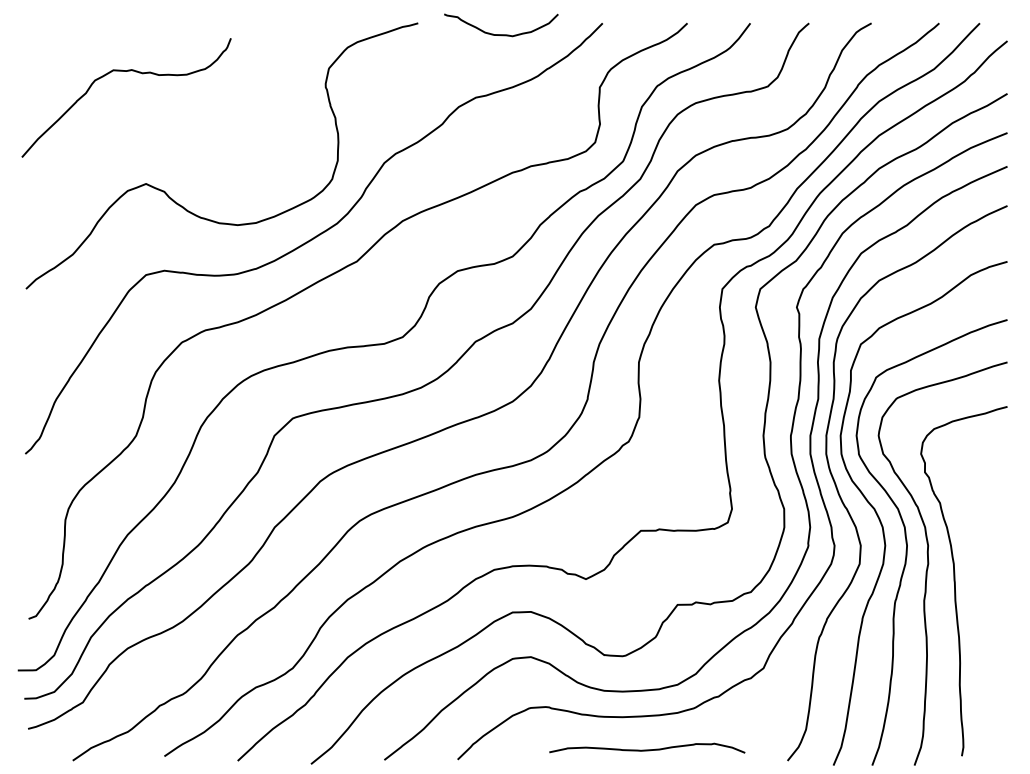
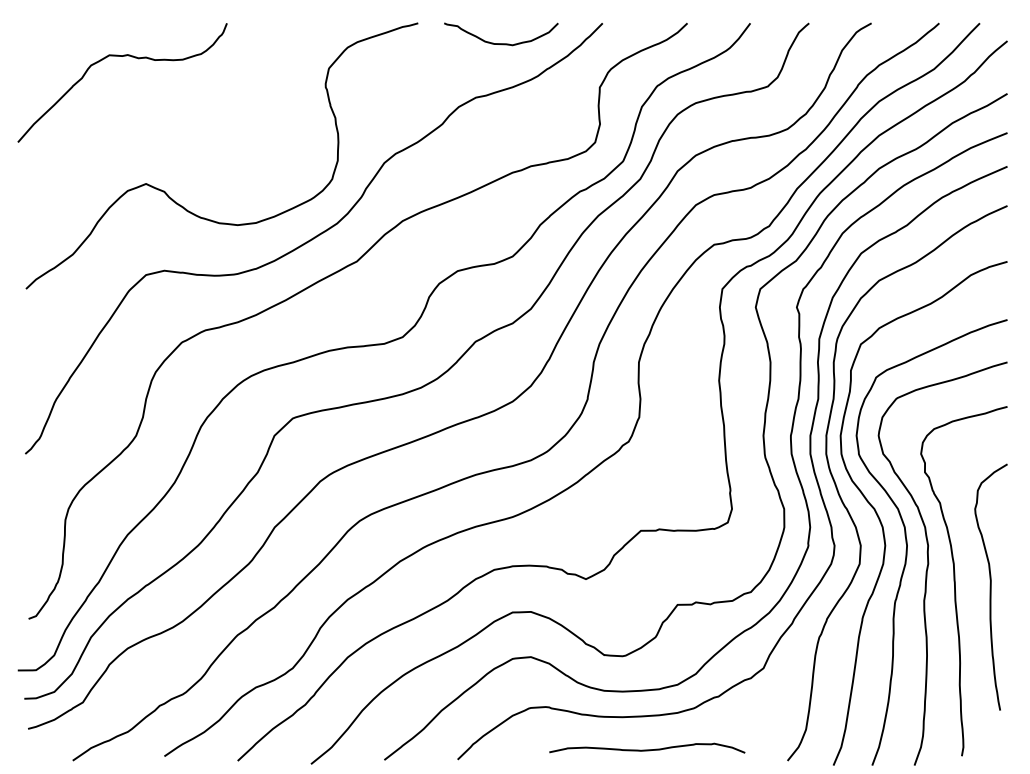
curve at (501, 34) position: (501, 34) -> (501, 43)
curve at (126, 71) position: (126, 71) -> (122, 56)
curve at (990, 586): none -> present
